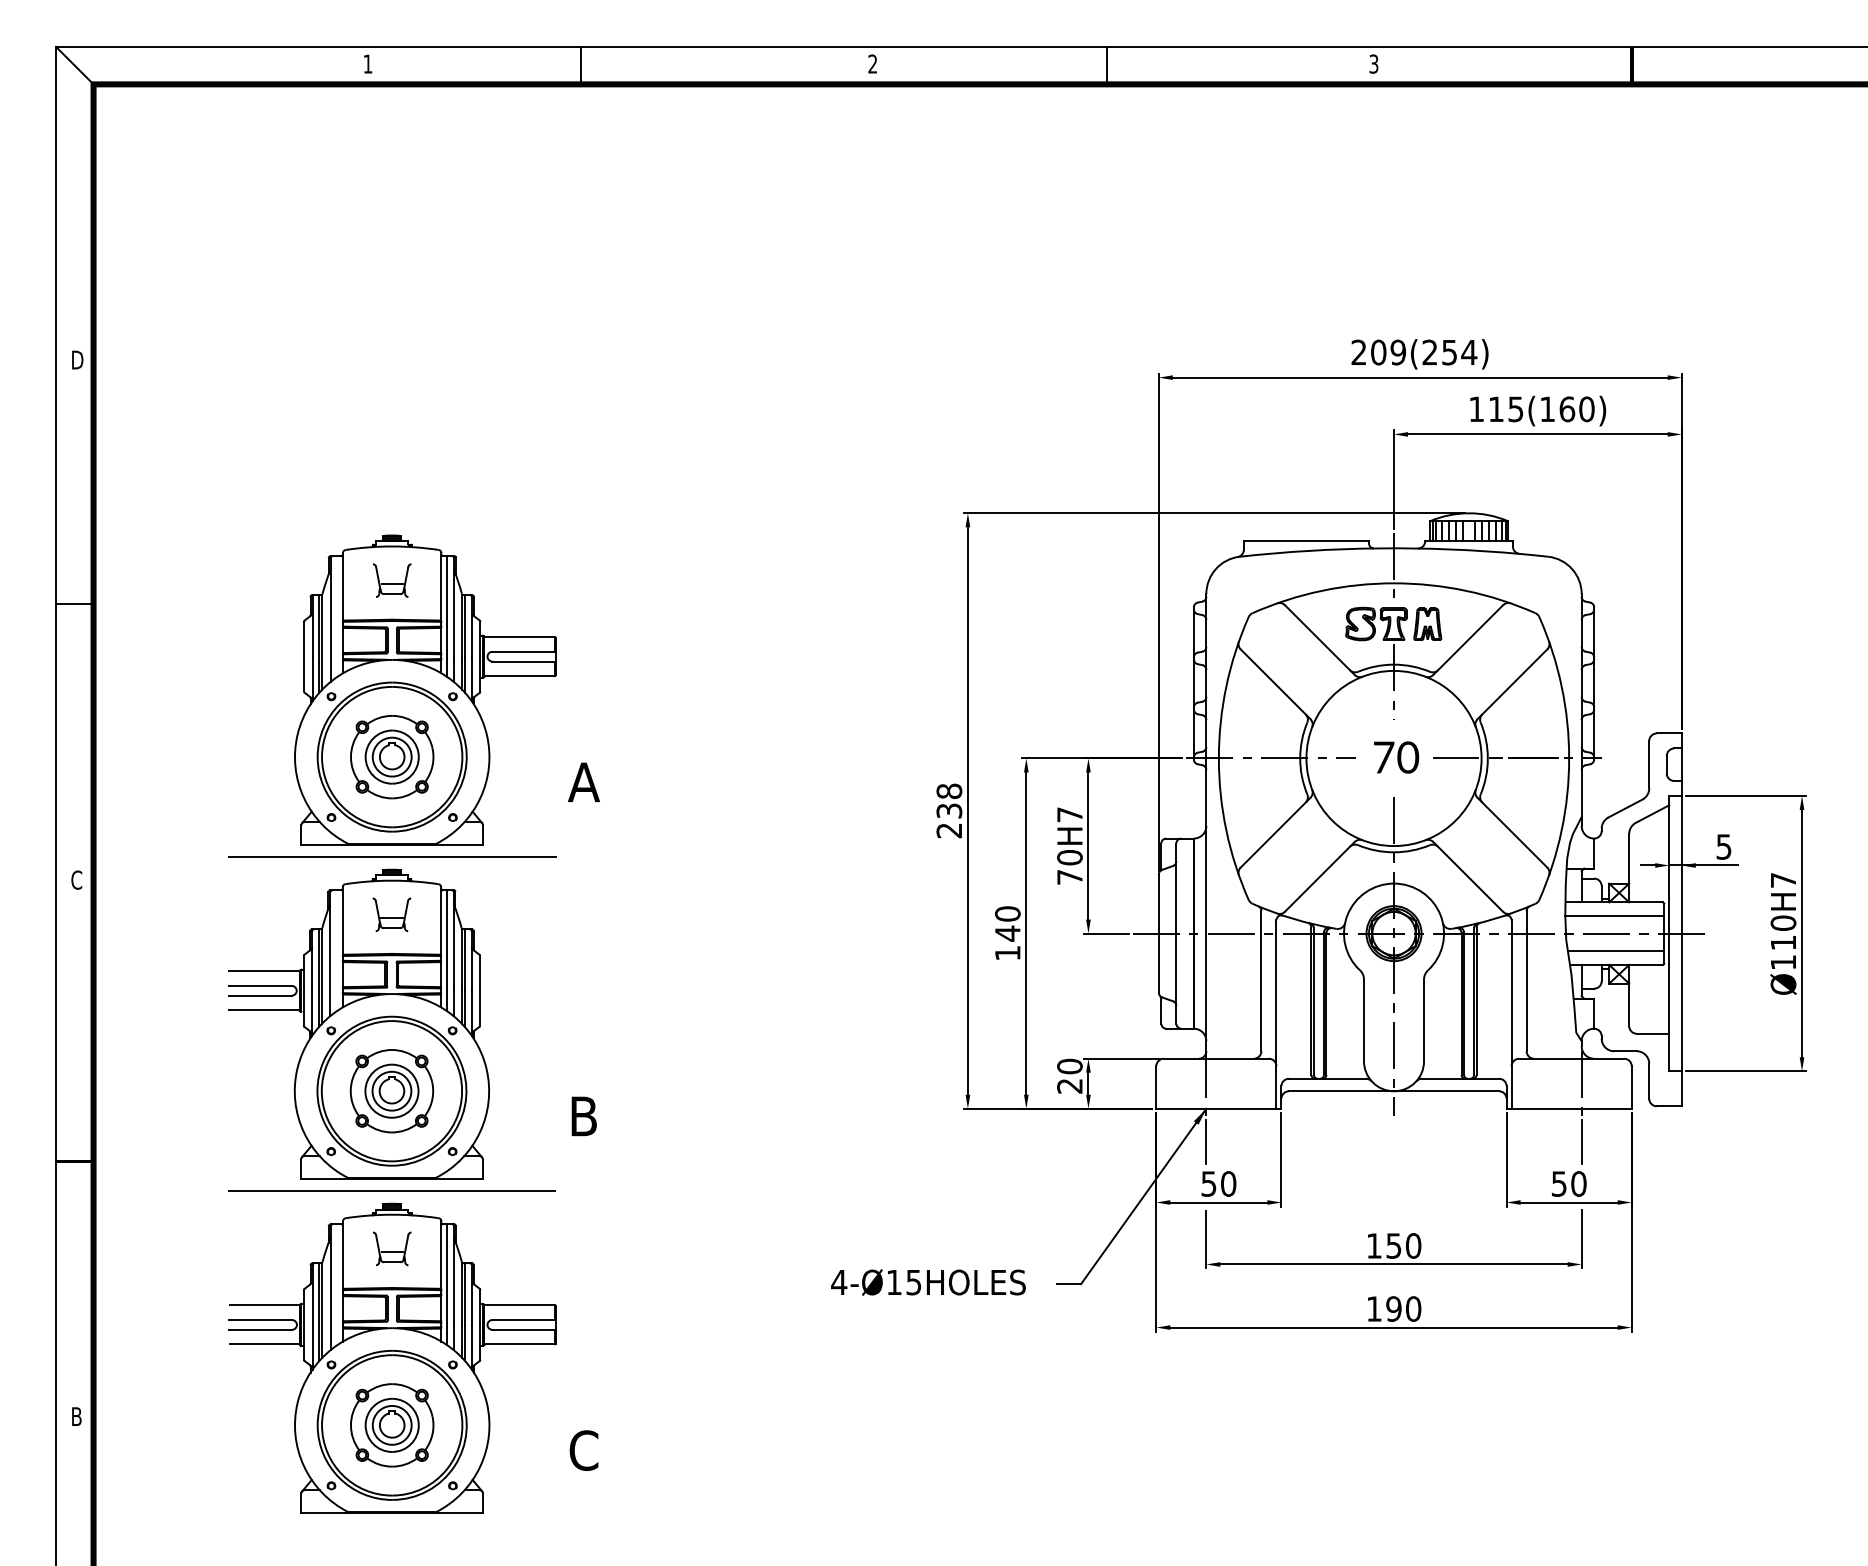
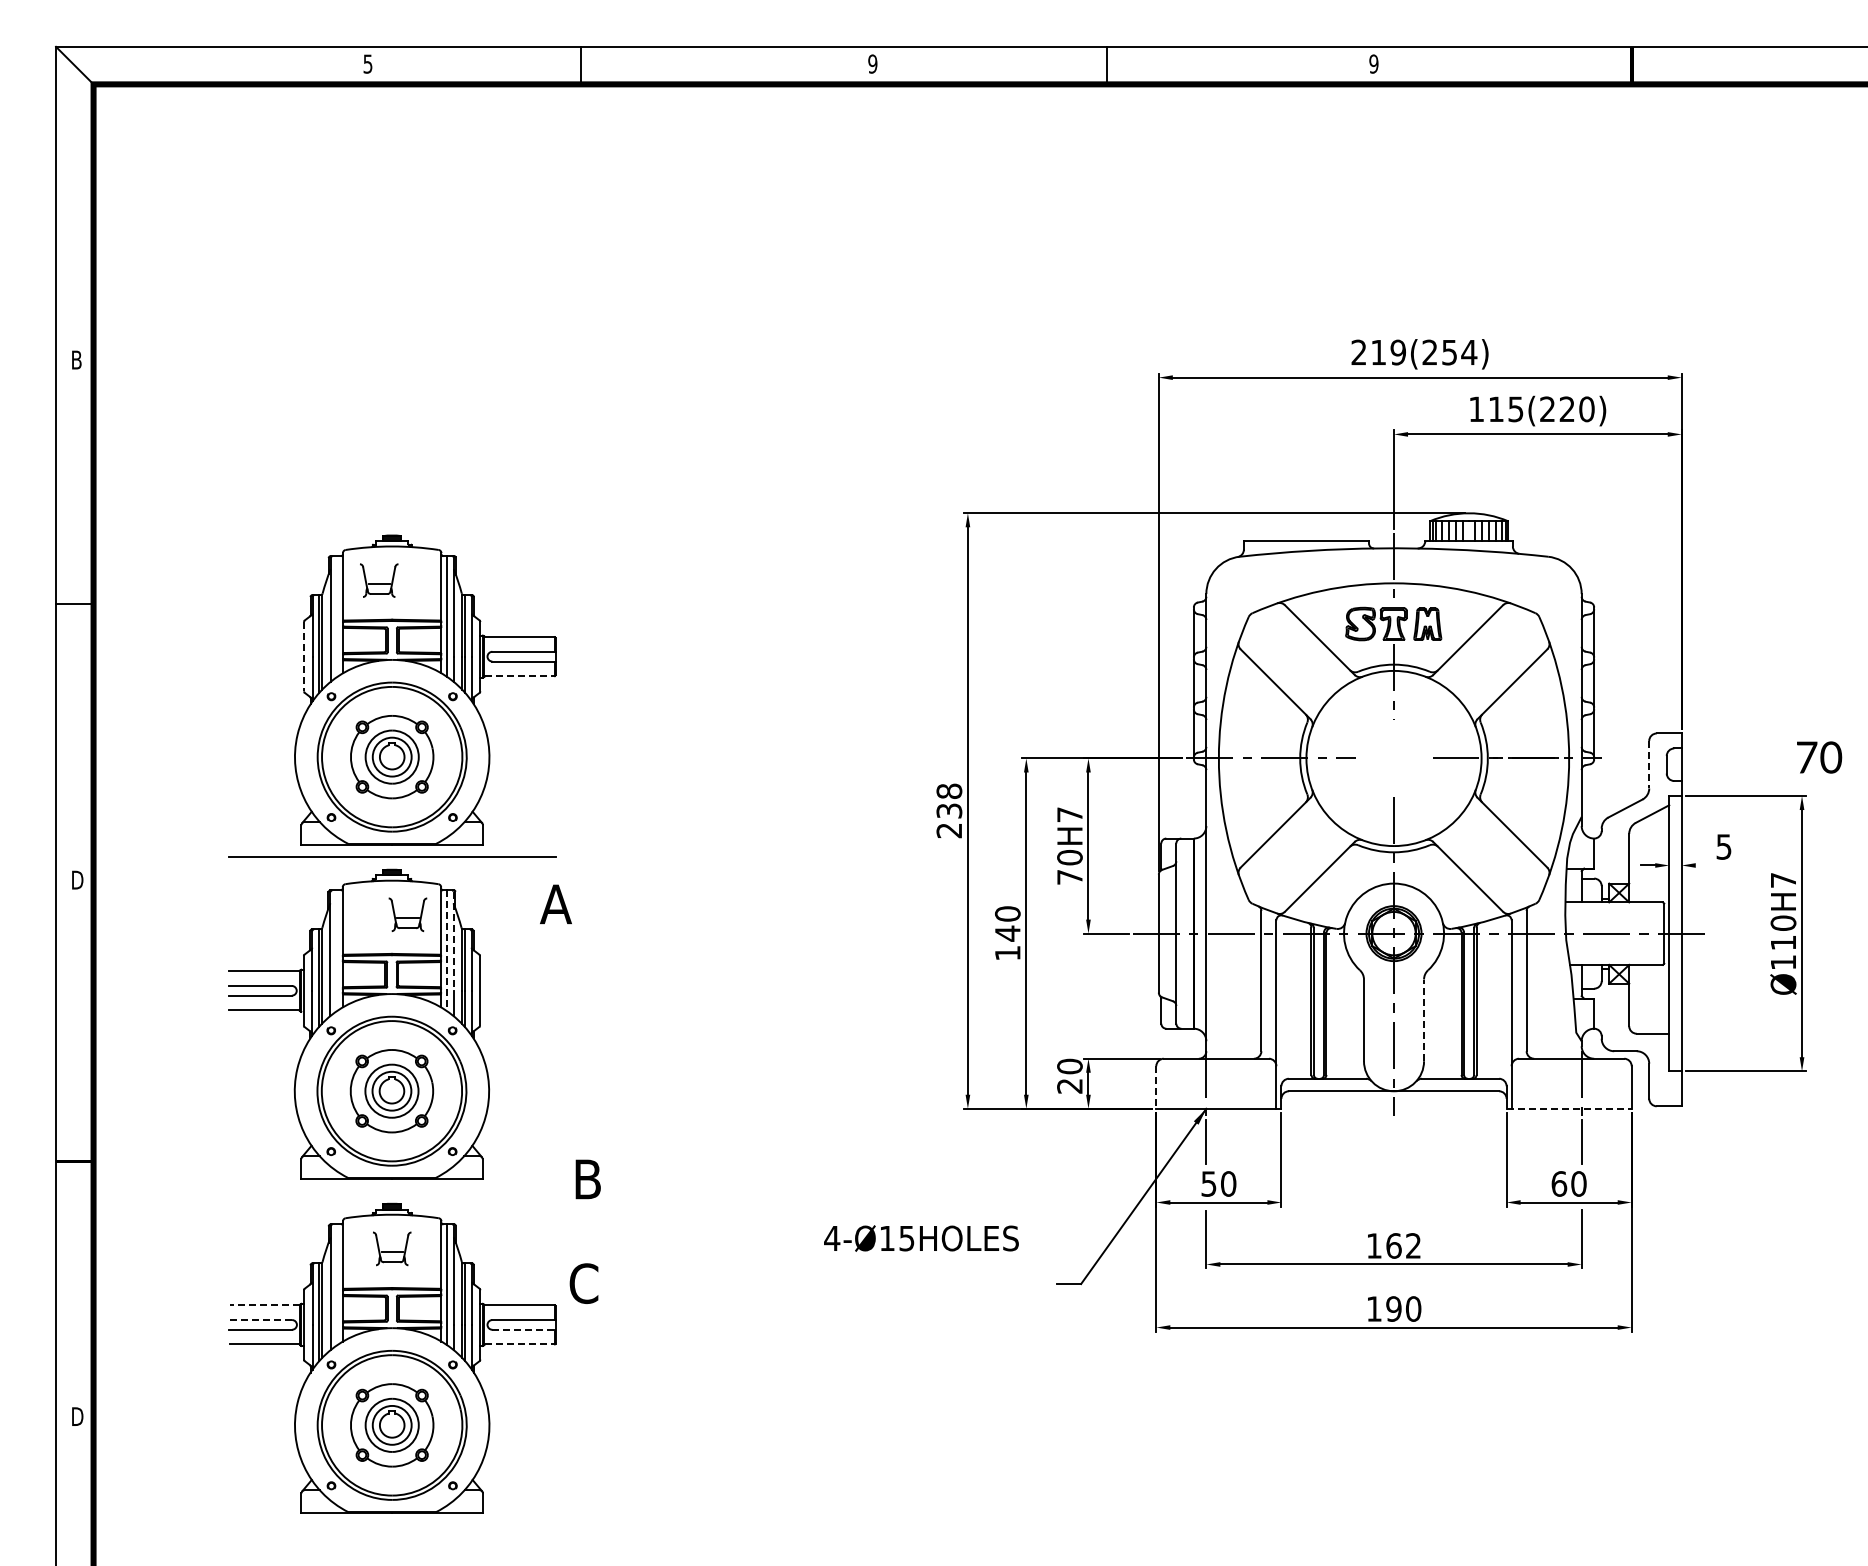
text at (367, 63): 1 -> 5
text at (872, 63): 2 -> 9
text at (1373, 63): 3 -> 9
text at (1378, 352): 209(254) -> 219(254)
text at (78, 360): D -> B
text at (1557, 409): 115(160) -> 115(220)
part at (392, 580) position: (392, 580) -> (379, 580)
line at (304, 656): solid -> dashed
line at (520, 676): solid -> dashed
text at (1396, 757) position: (1396, 757) -> (1819, 757)
line at (1649, 764): solid -> dashed
text at (583, 781) position: (583, 781) -> (555, 903)
line at (1703, 865): present -> none
text at (77, 879): C -> D
part at (391, 914) position: (391, 914) -> (407, 914)
line at (1614, 916): present -> none
line at (453, 941): solid -> dashed
line at (447, 951): solid -> dashed
line at (1615, 951): present -> none
line at (1424, 1020): solid -> dashed
line at (1156, 1088): solid -> dashed
line at (1569, 1108): solid -> dashed
text at (583, 1116) position: (583, 1116) -> (587, 1179)
text at (1559, 1183): 50 -> 60
line at (391, 1191): present -> none
text at (1403, 1245): 150 -> 162
text at (928, 1282) position: (928, 1282) -> (921, 1238)
line at (264, 1305): solid -> dashed
line at (260, 1320): solid -> dashed
line at (523, 1329): solid -> dashed
line at (520, 1344): solid -> dashed
text at (78, 1416): B -> D
text at (583, 1450) position: (583, 1450) -> (583, 1283)
